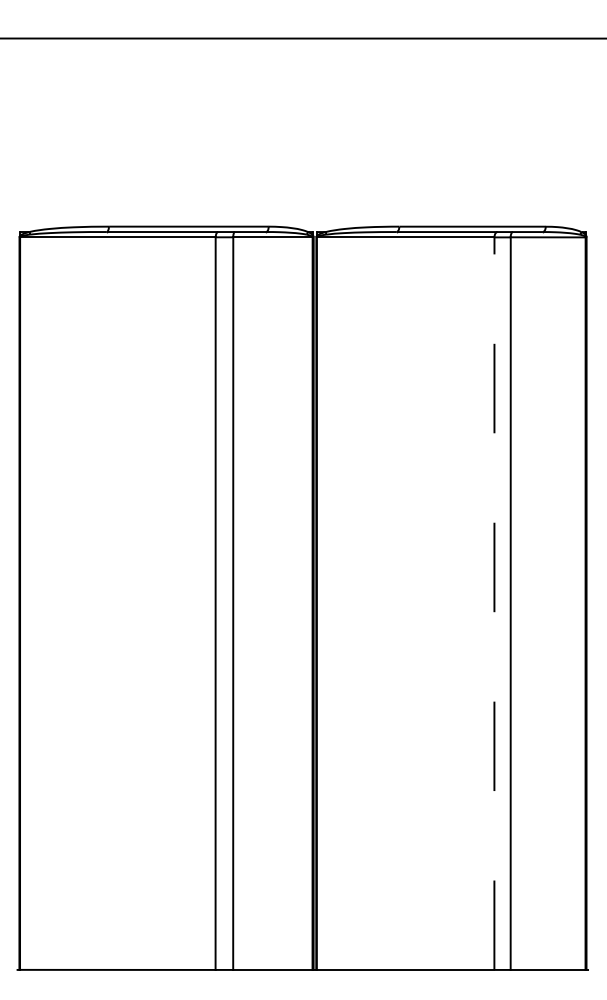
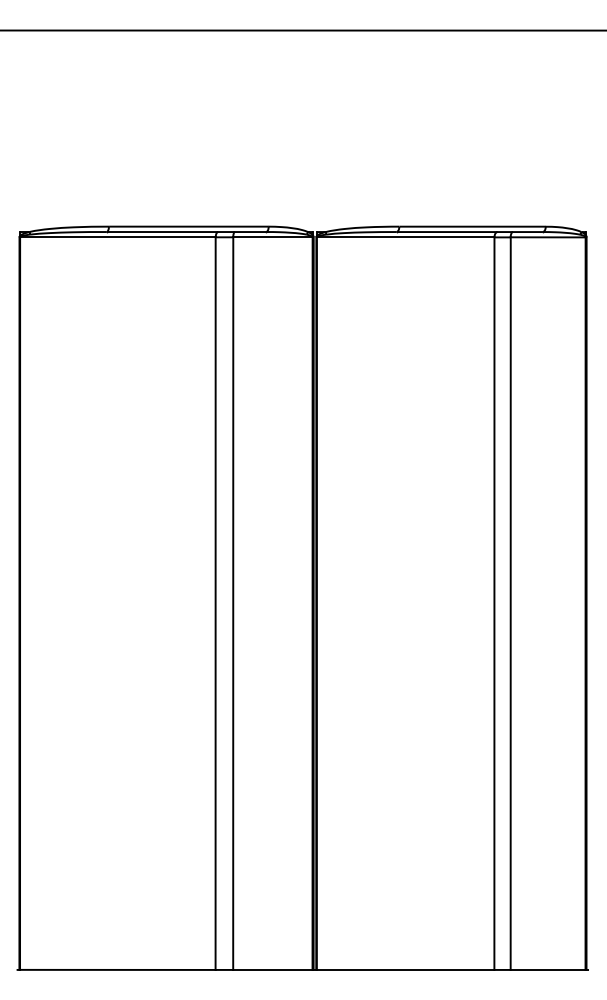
line at (302, 38) position: (302, 38) -> (302, 30)
line at (494, 603): dashed -> solid
